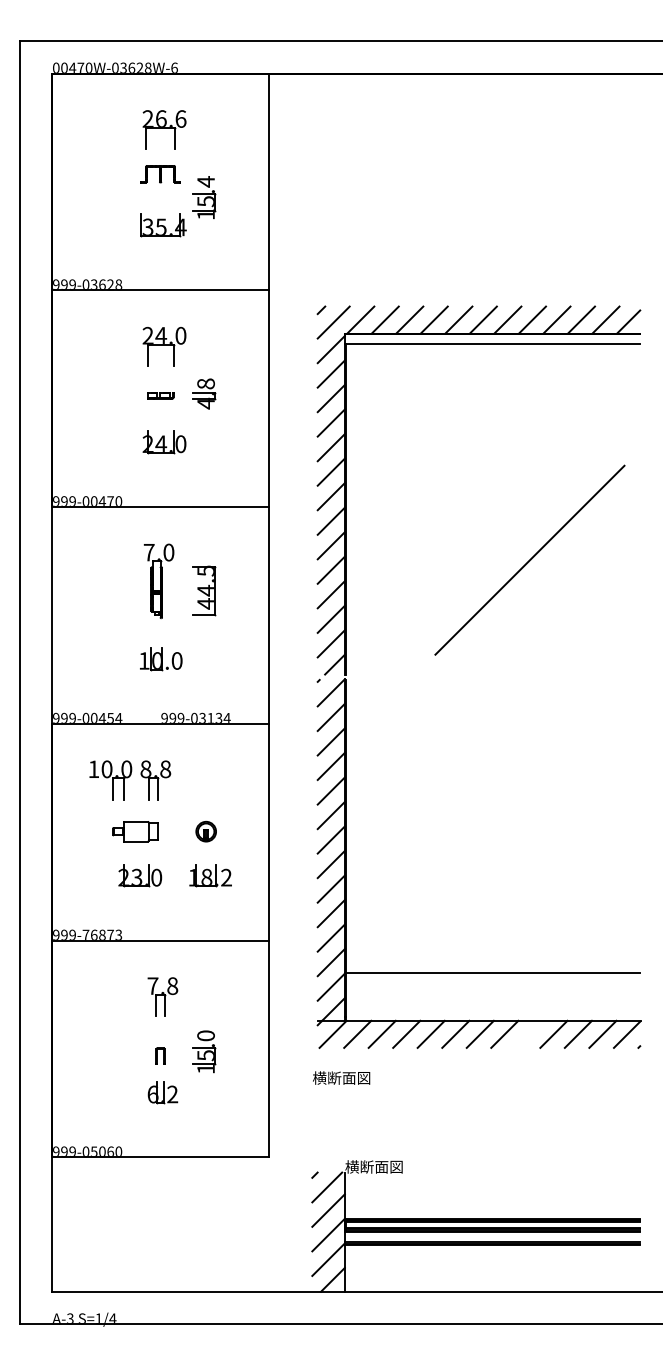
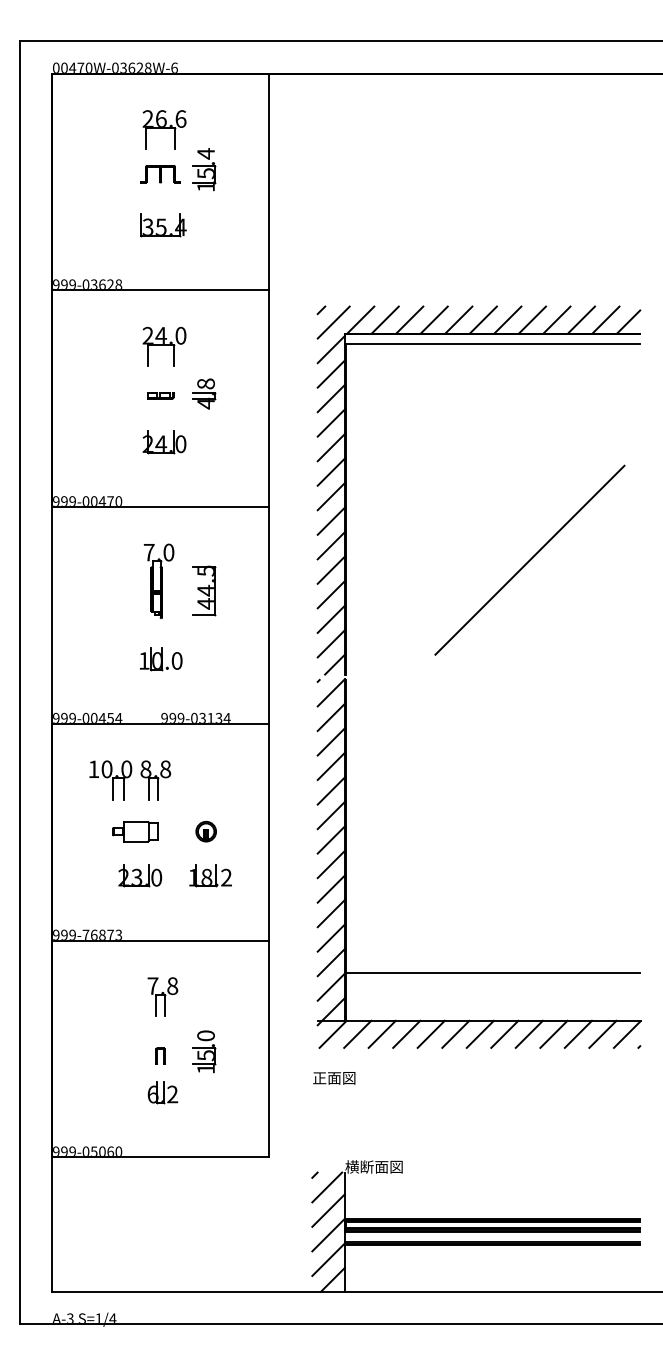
part at (204, 197) position: (204, 197) -> (204, 169)
line at (528, 1033): none -> present
text at (341, 1077): 横断面図 -> 正面図
